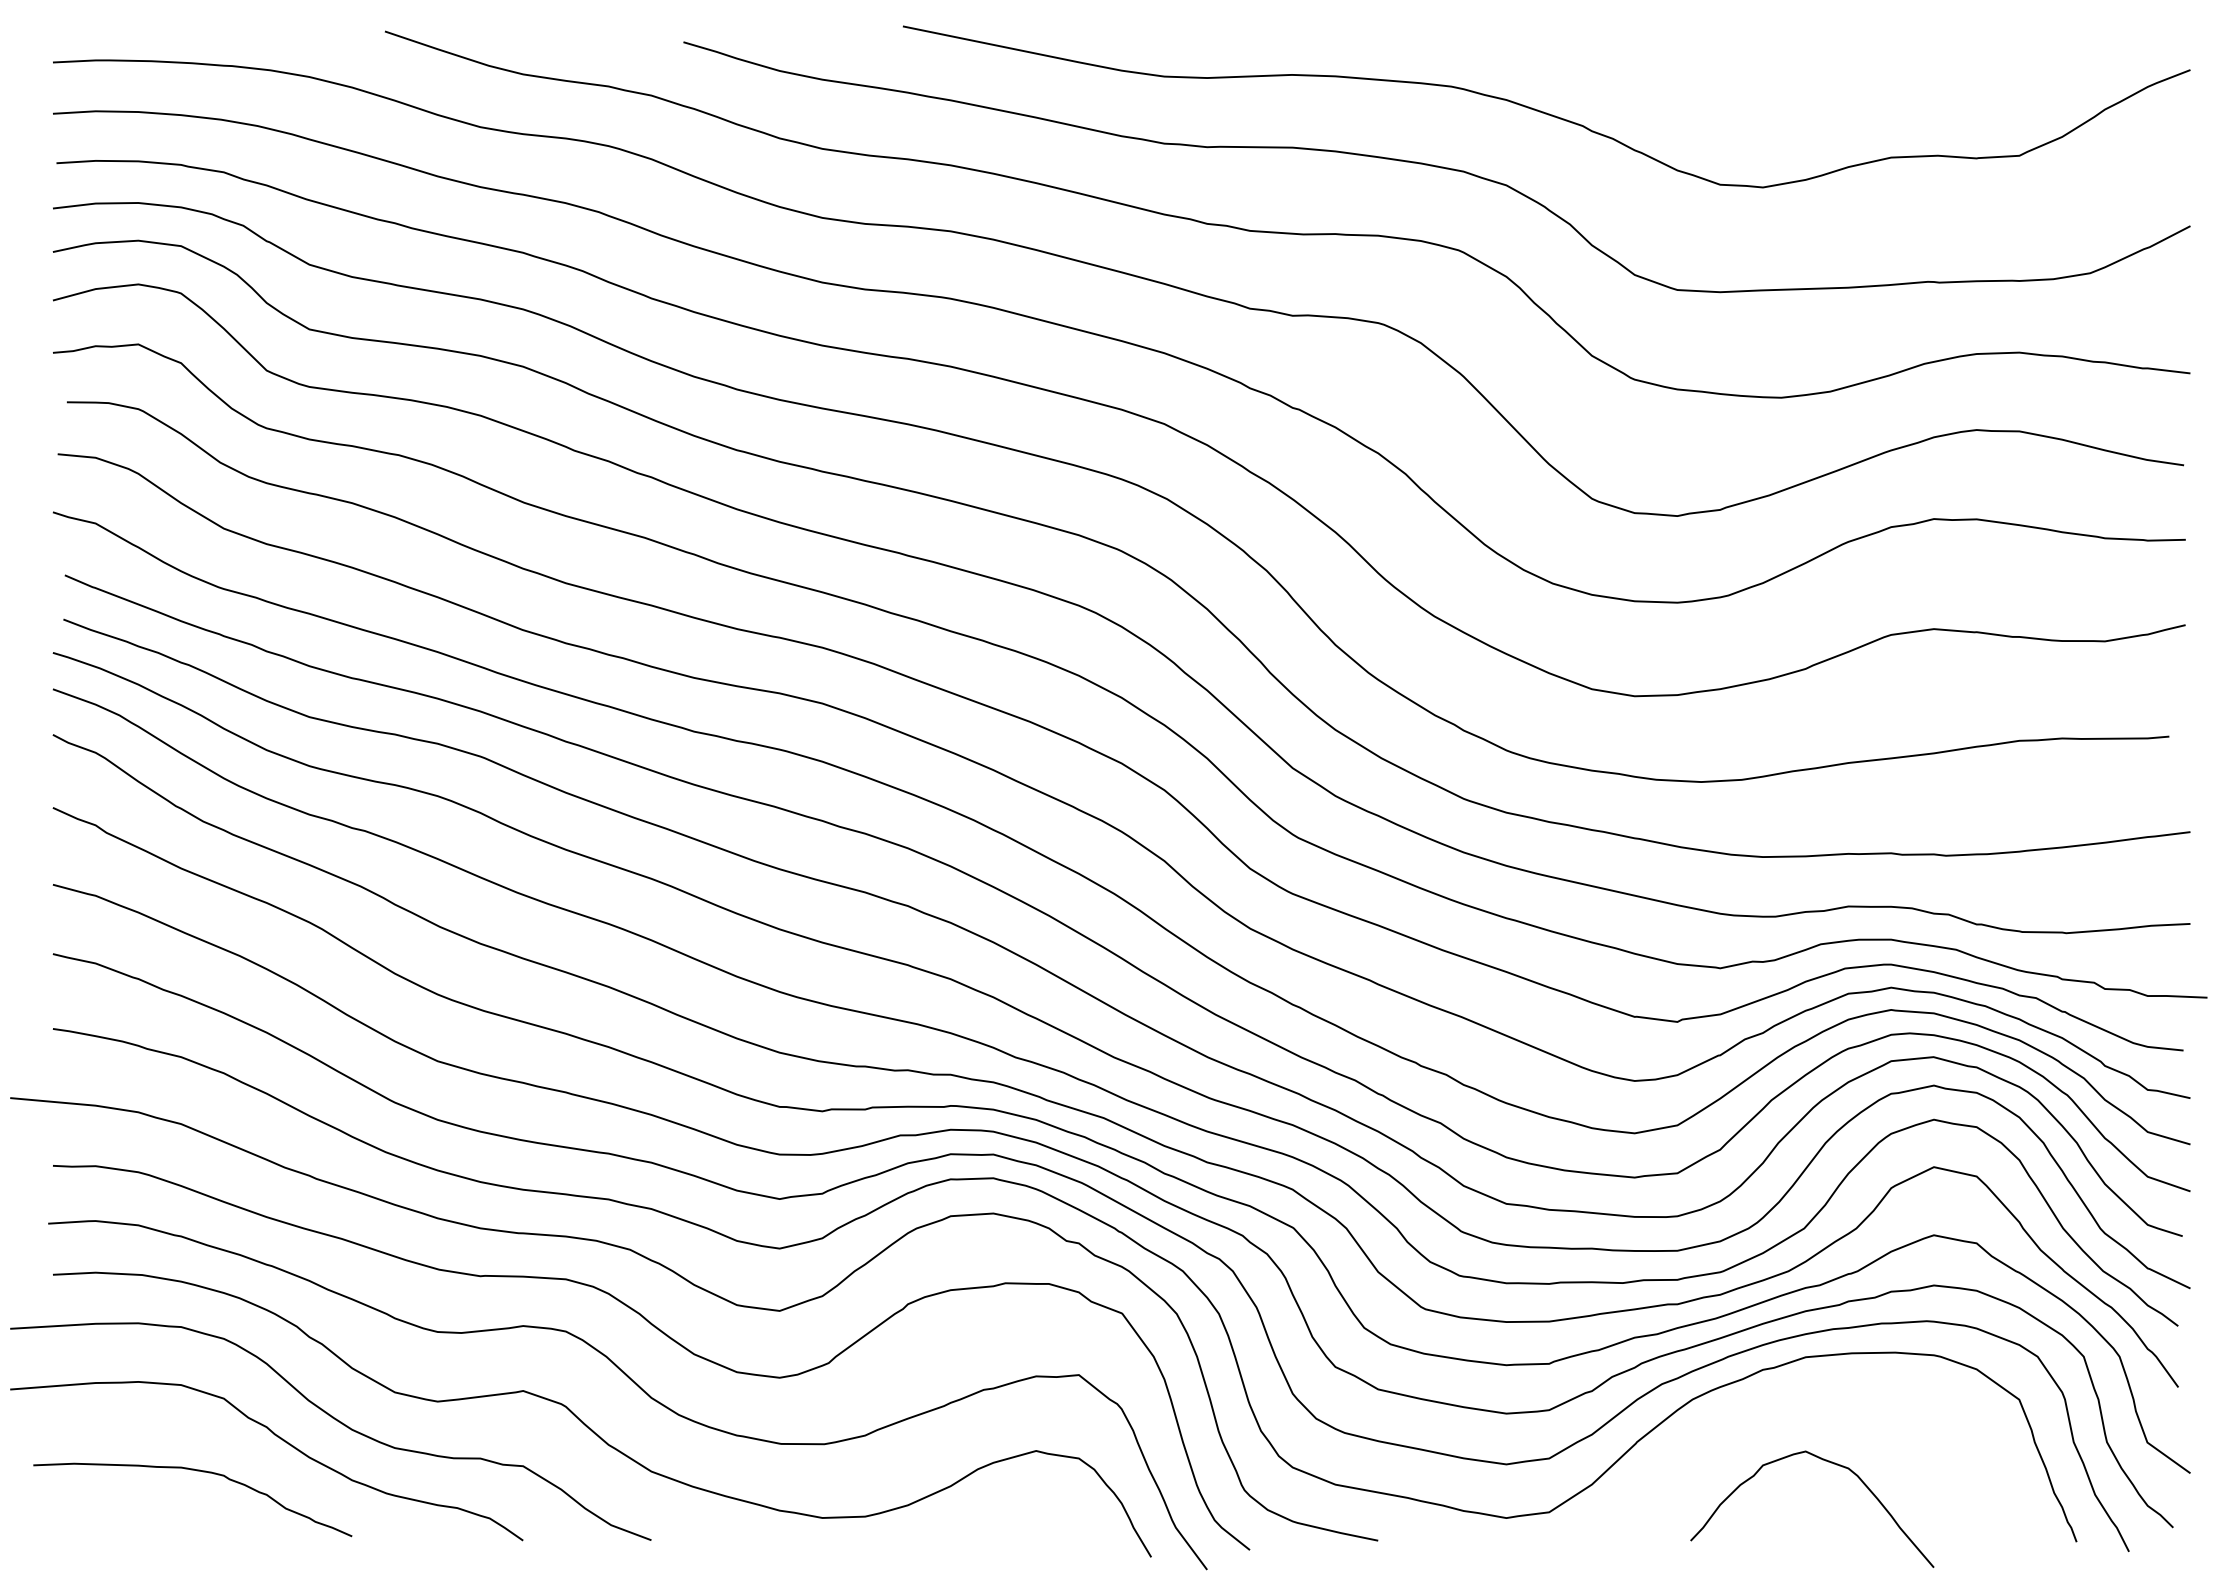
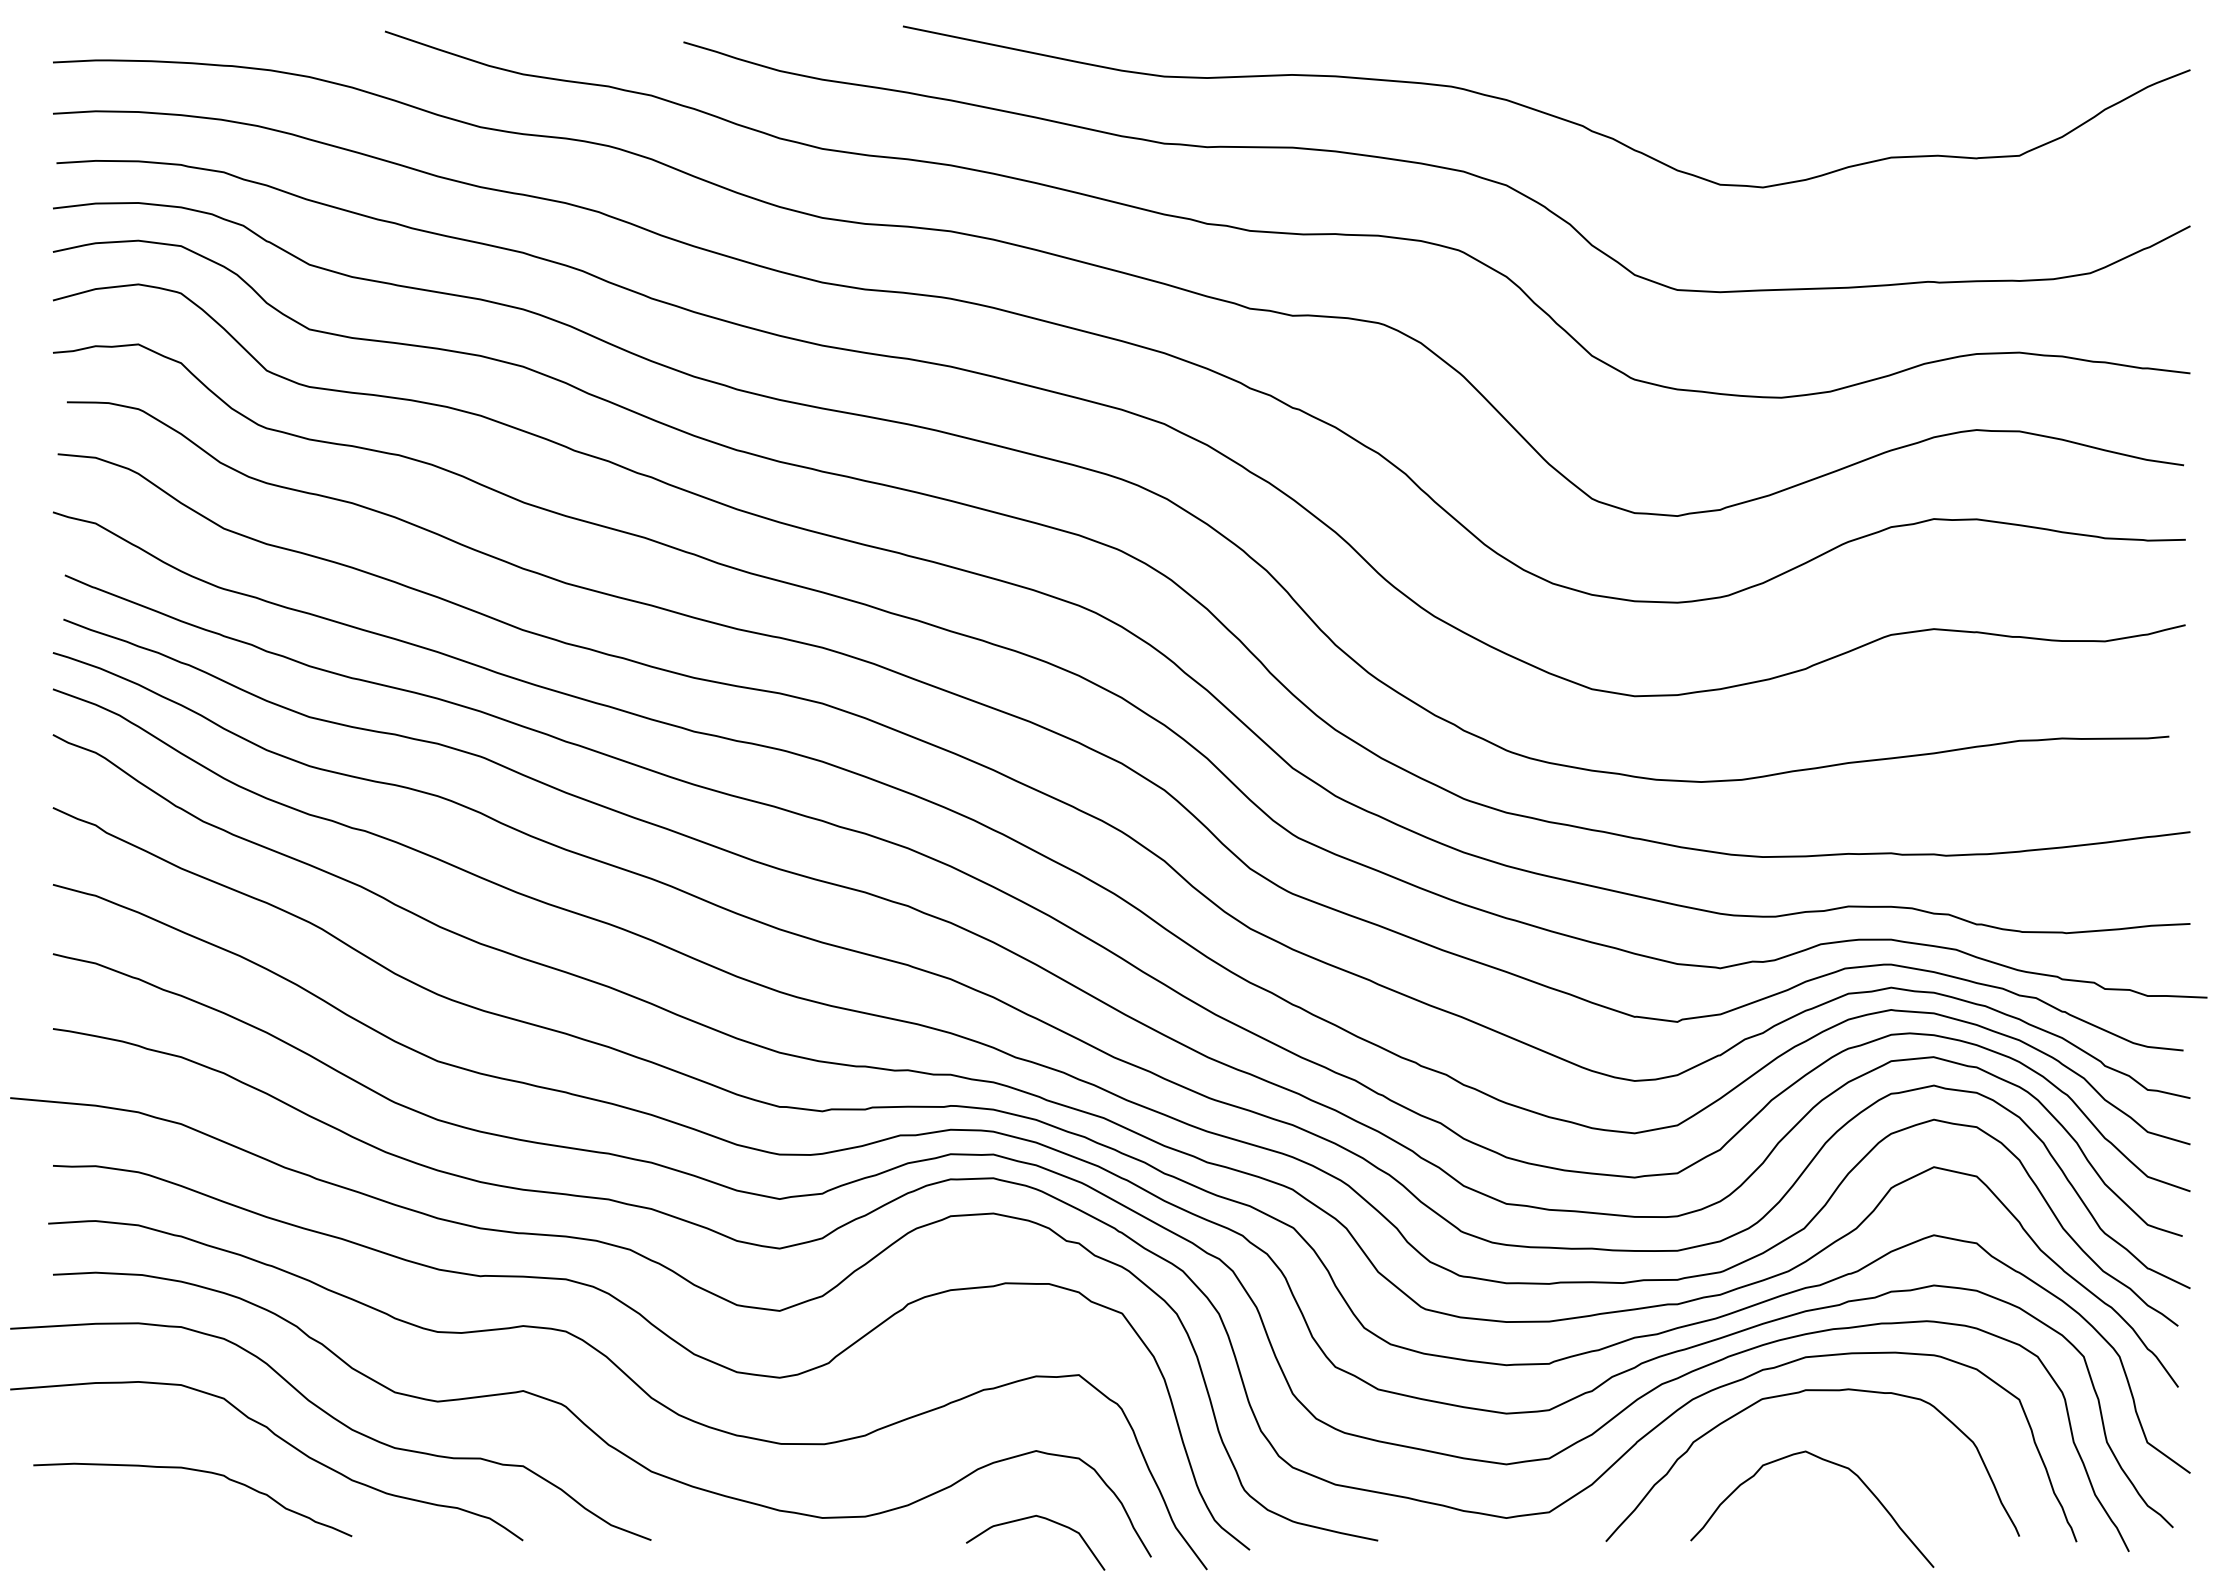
curve at (1799, 1393): none -> present
curve at (1030, 1518): none -> present
